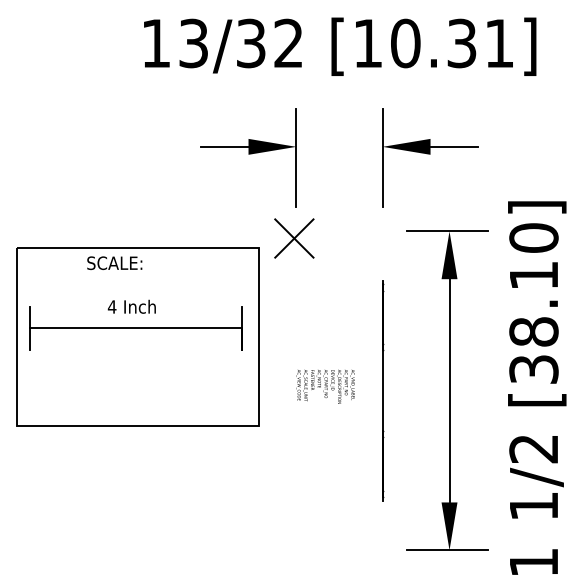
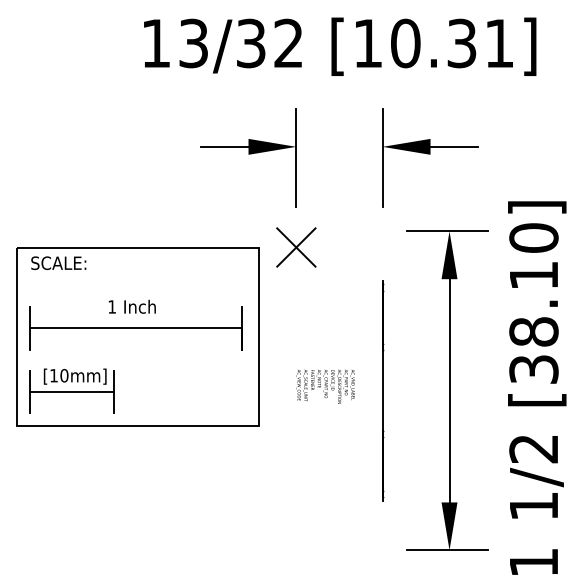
part at (294, 238) position: (294, 238) -> (296, 247)
text at (114, 262) position: (114, 262) -> (58, 262)
text at (111, 306): 4 -> 1
part at (71, 390): none -> present
